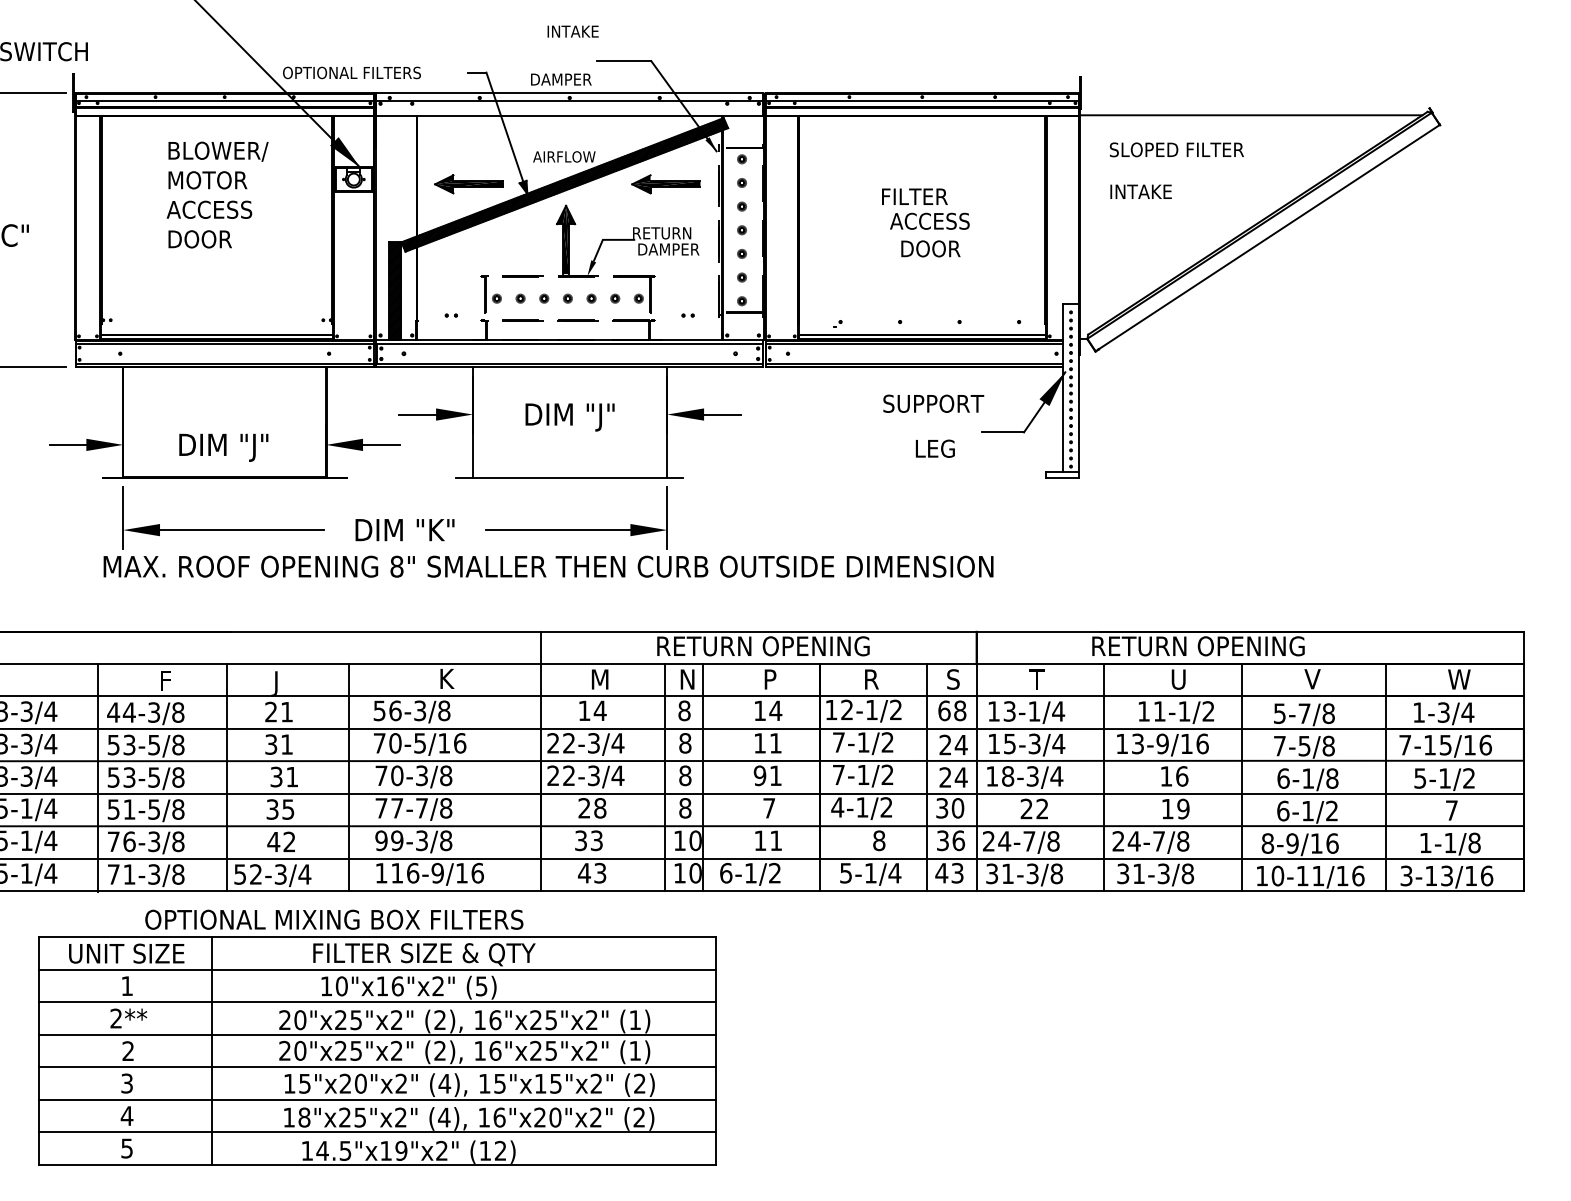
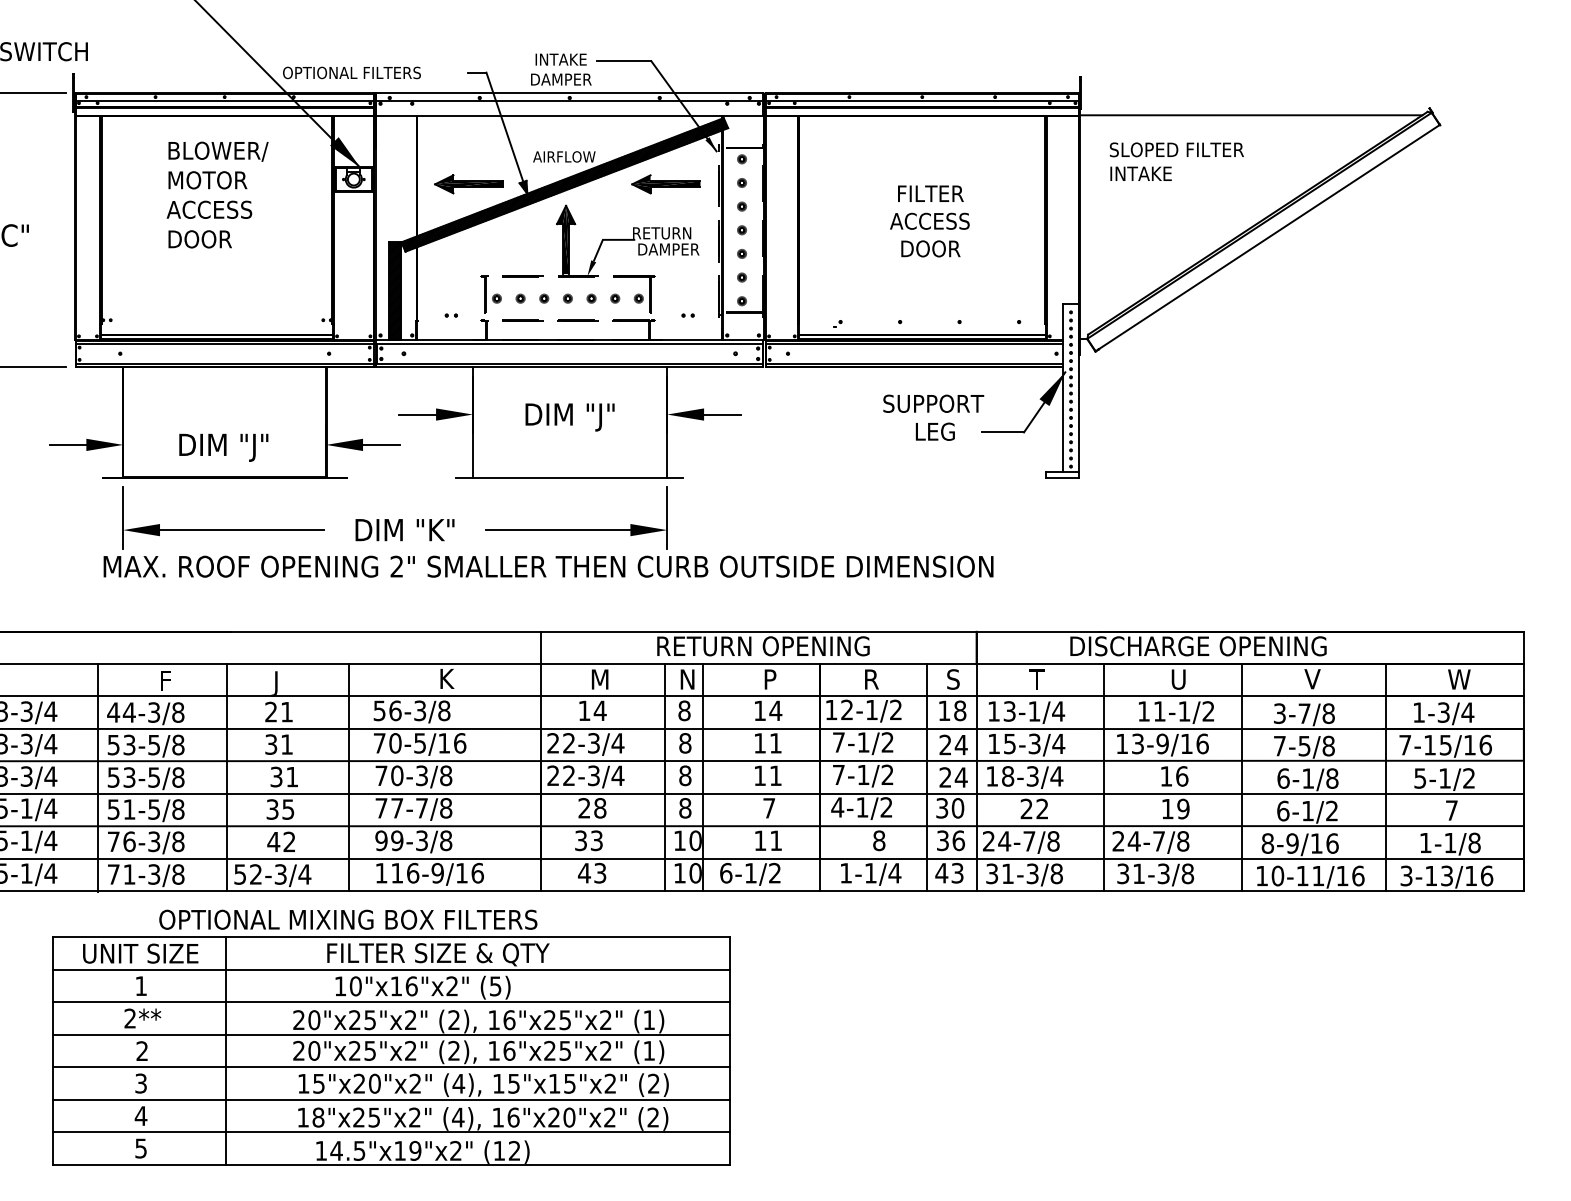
text at (572, 31) position: (572, 31) -> (560, 59)
text at (1140, 191) position: (1140, 191) -> (1140, 173)
text at (914, 196) position: (914, 196) -> (930, 193)
text at (934, 448) position: (934, 448) -> (934, 431)
text at (396, 566): 8" -> 2"
text at (1198, 646): RETURN OPENING -> DISCHARGE OPENING
text at (944, 710): 68 -> 18
text at (1279, 713): 5-7/8 -> 3-7/8
text at (759, 775): 91 -> 11
text at (845, 873): 5-1/4 -> 1-1/4
part at (377, 1037) position: (377, 1037) -> (391, 1037)
